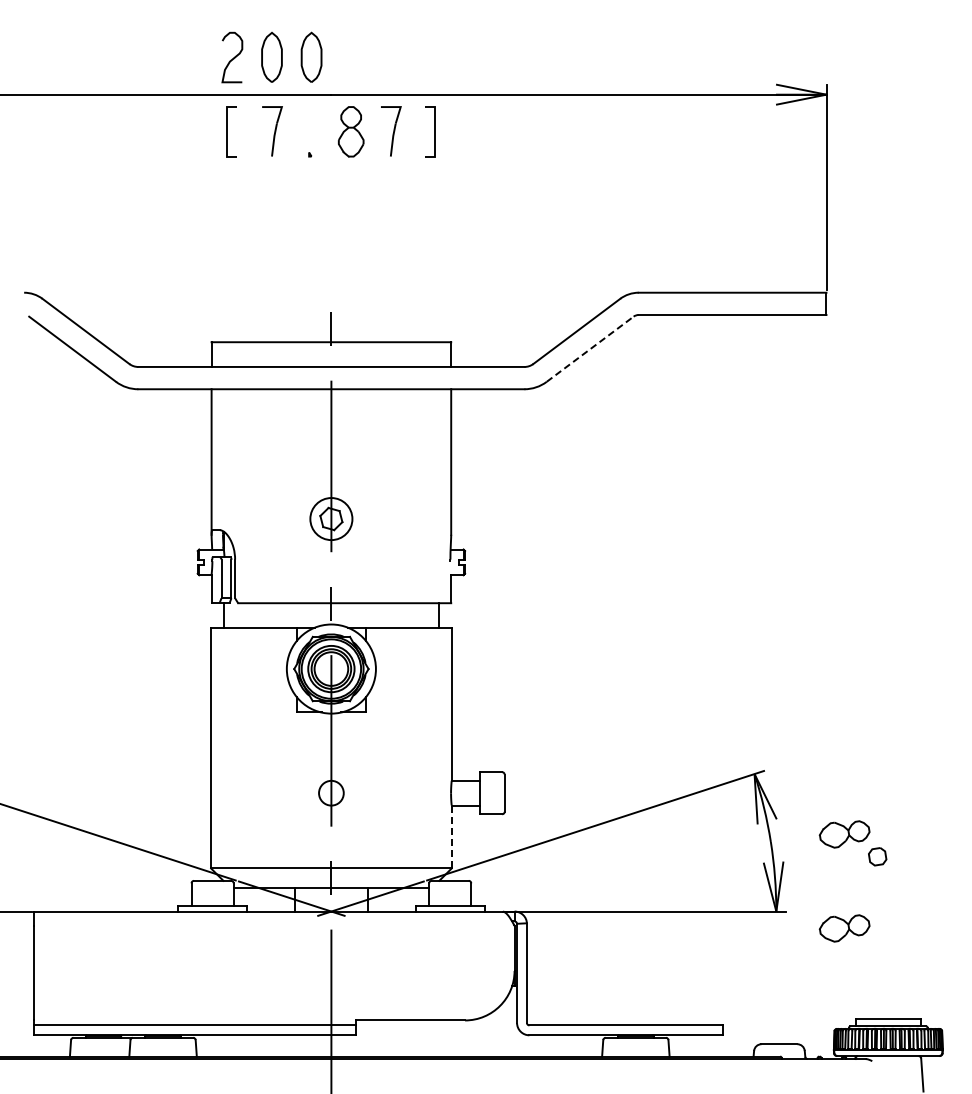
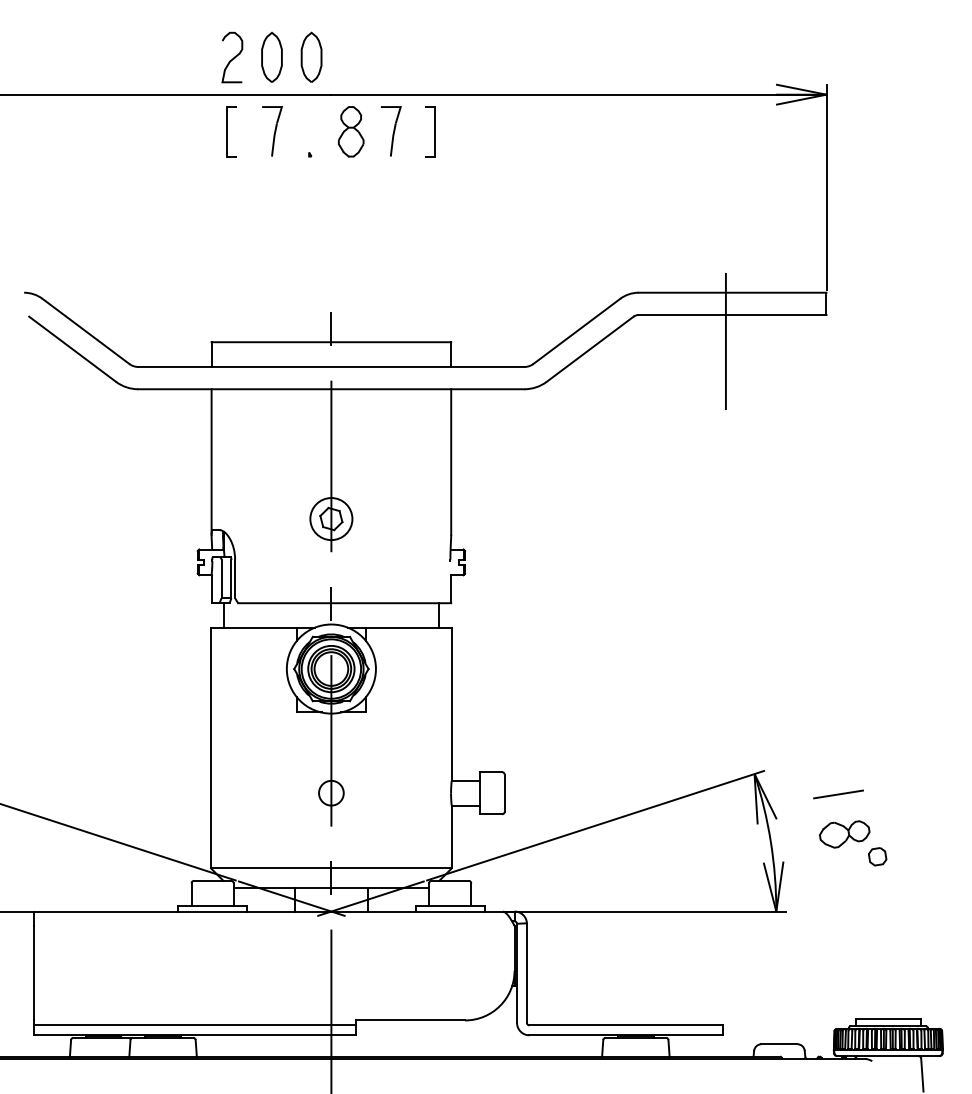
line at (725, 341): none -> present
line at (590, 348): dashed -> solid
line at (838, 794): none -> present
line at (451, 837): dashed -> solid
part at (844, 928): present -> none
